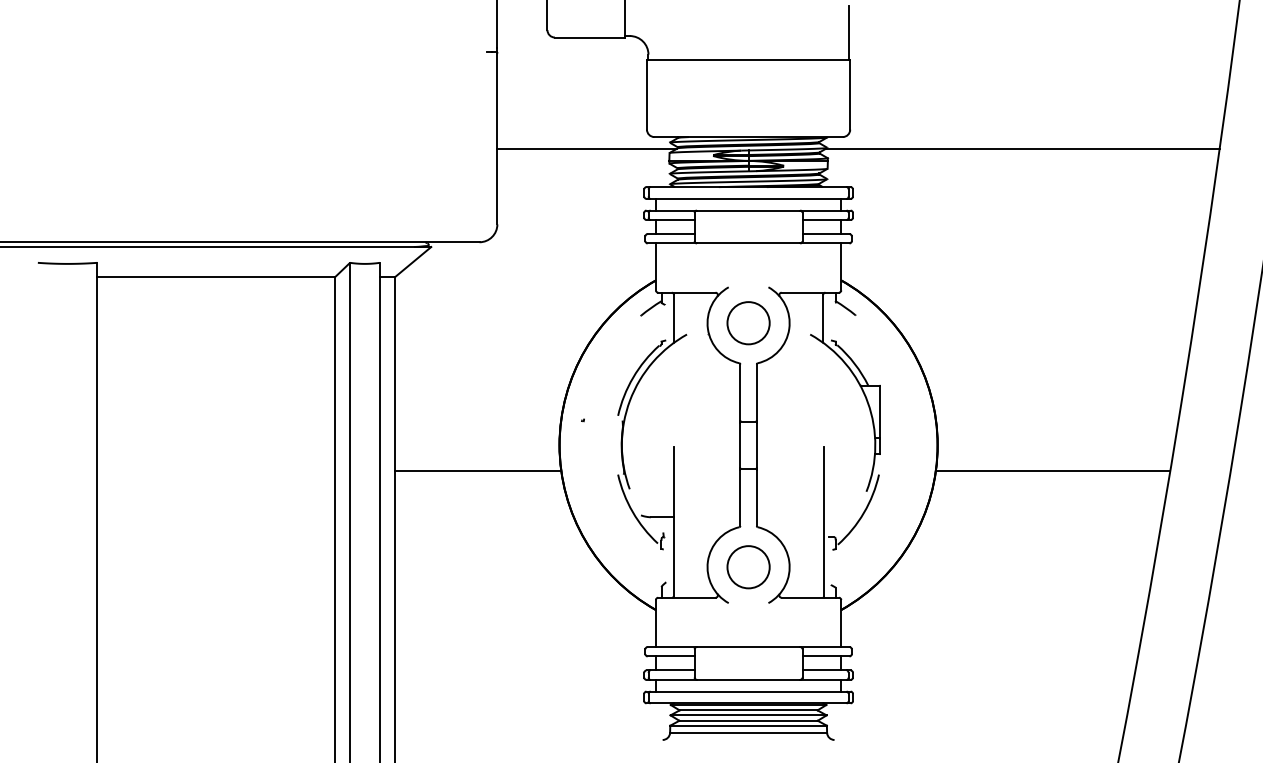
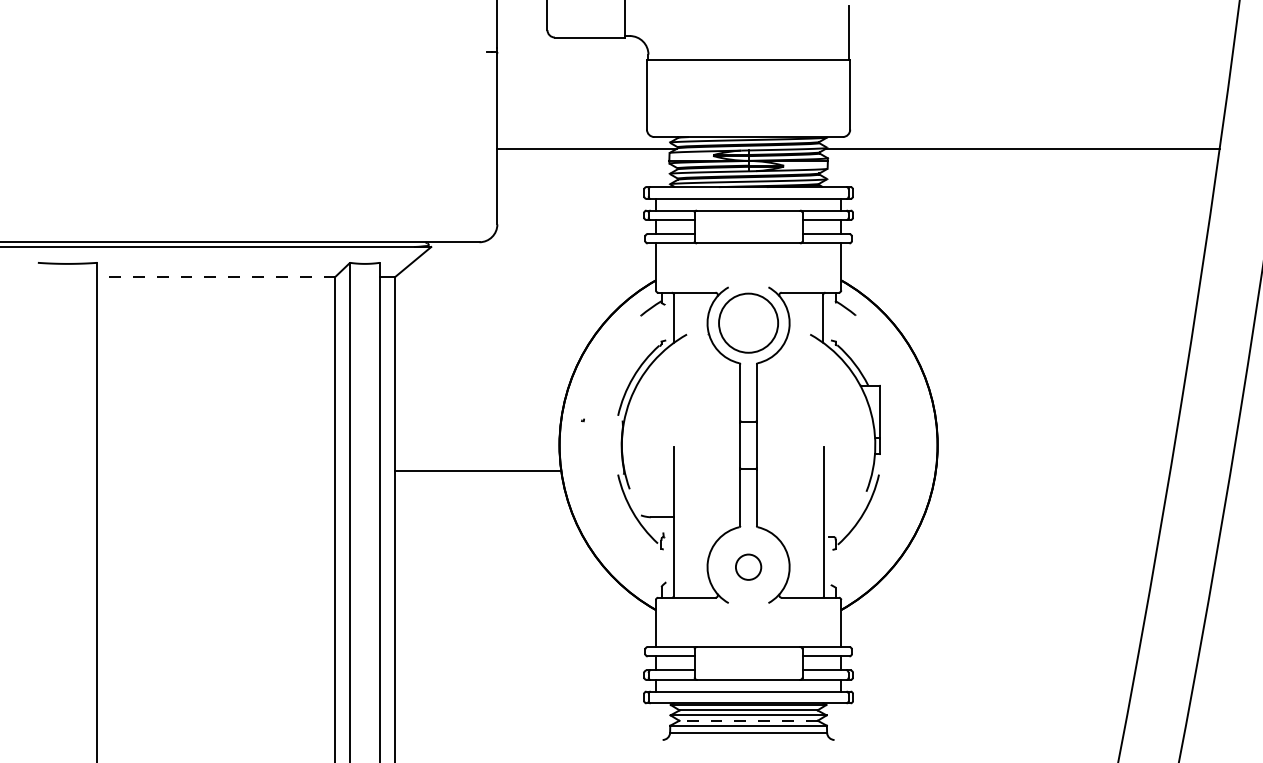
line at (216, 276): solid -> dashed
circle at (748, 323) diameter: 42 px -> 59 px
line at (1052, 470): present -> none
circle at (748, 567) diameter: 42 px -> 25 px
line at (748, 720): solid -> dashed
